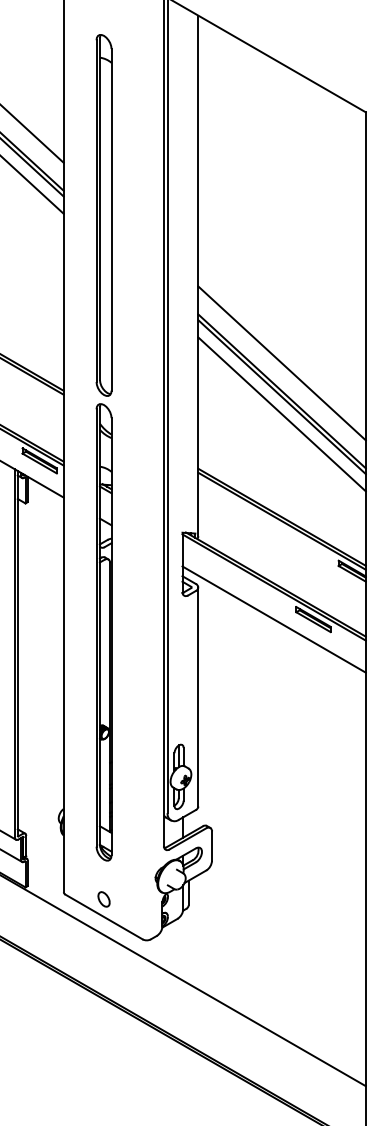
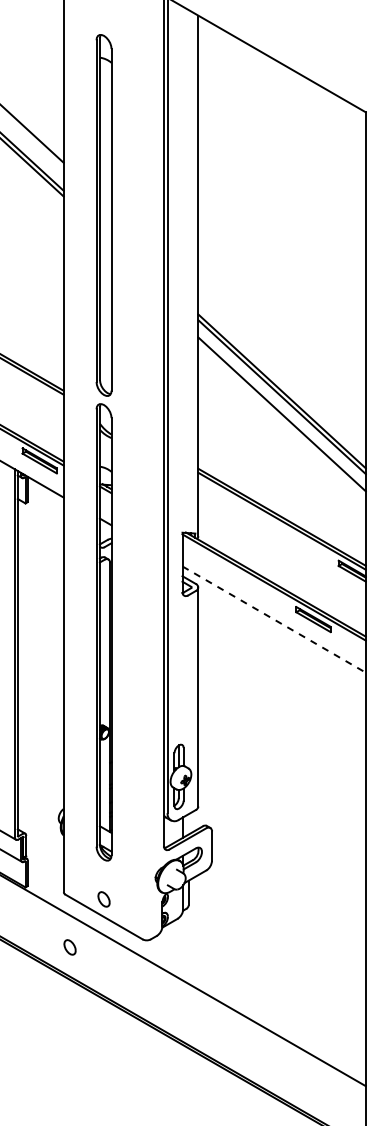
line at (32, 185): present -> none
line at (281, 363): present -> none
line at (274, 619): solid -> dashed
part at (69, 947): none -> present
